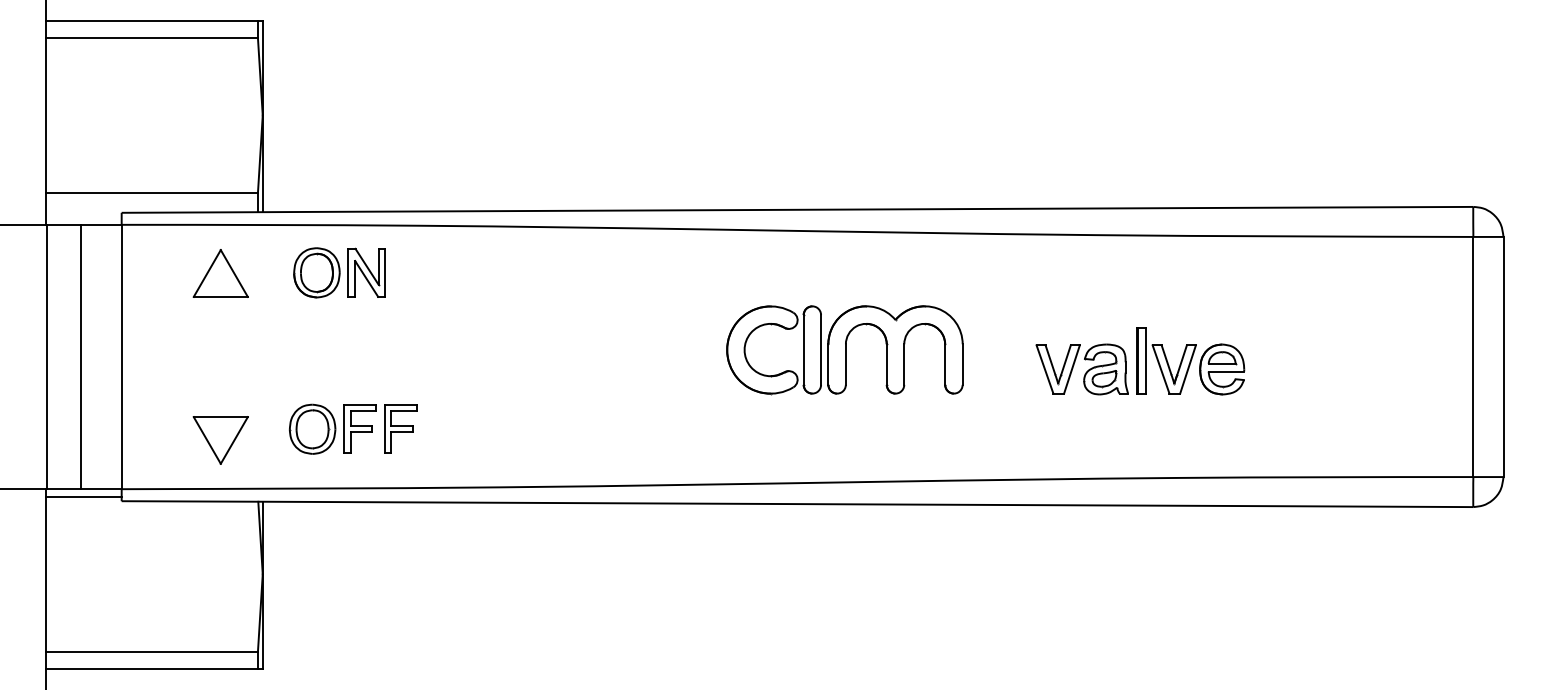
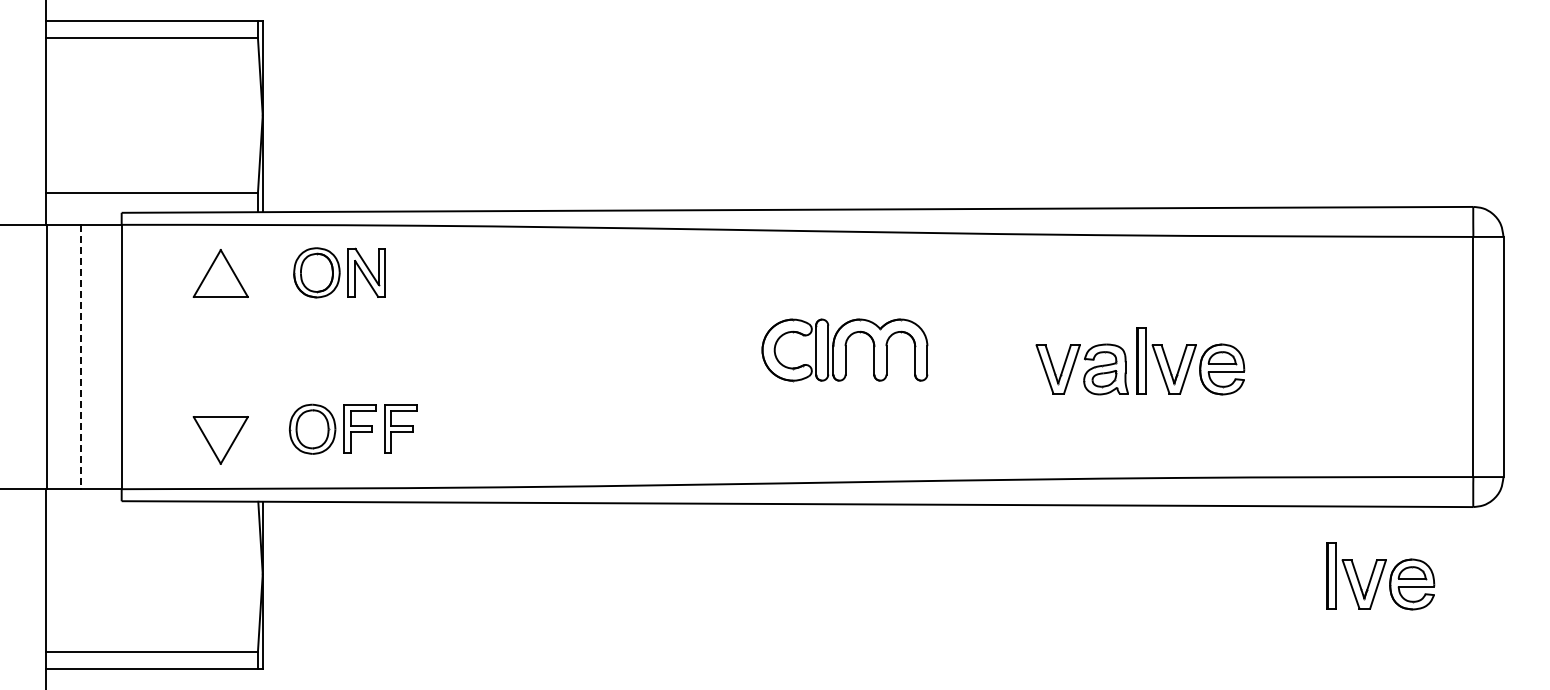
part at (844, 350) size: 238x91 px -> 168x65 px
line at (81, 357): solid -> dashed
line at (83, 496): present -> none
part at (1380, 576): none -> present
